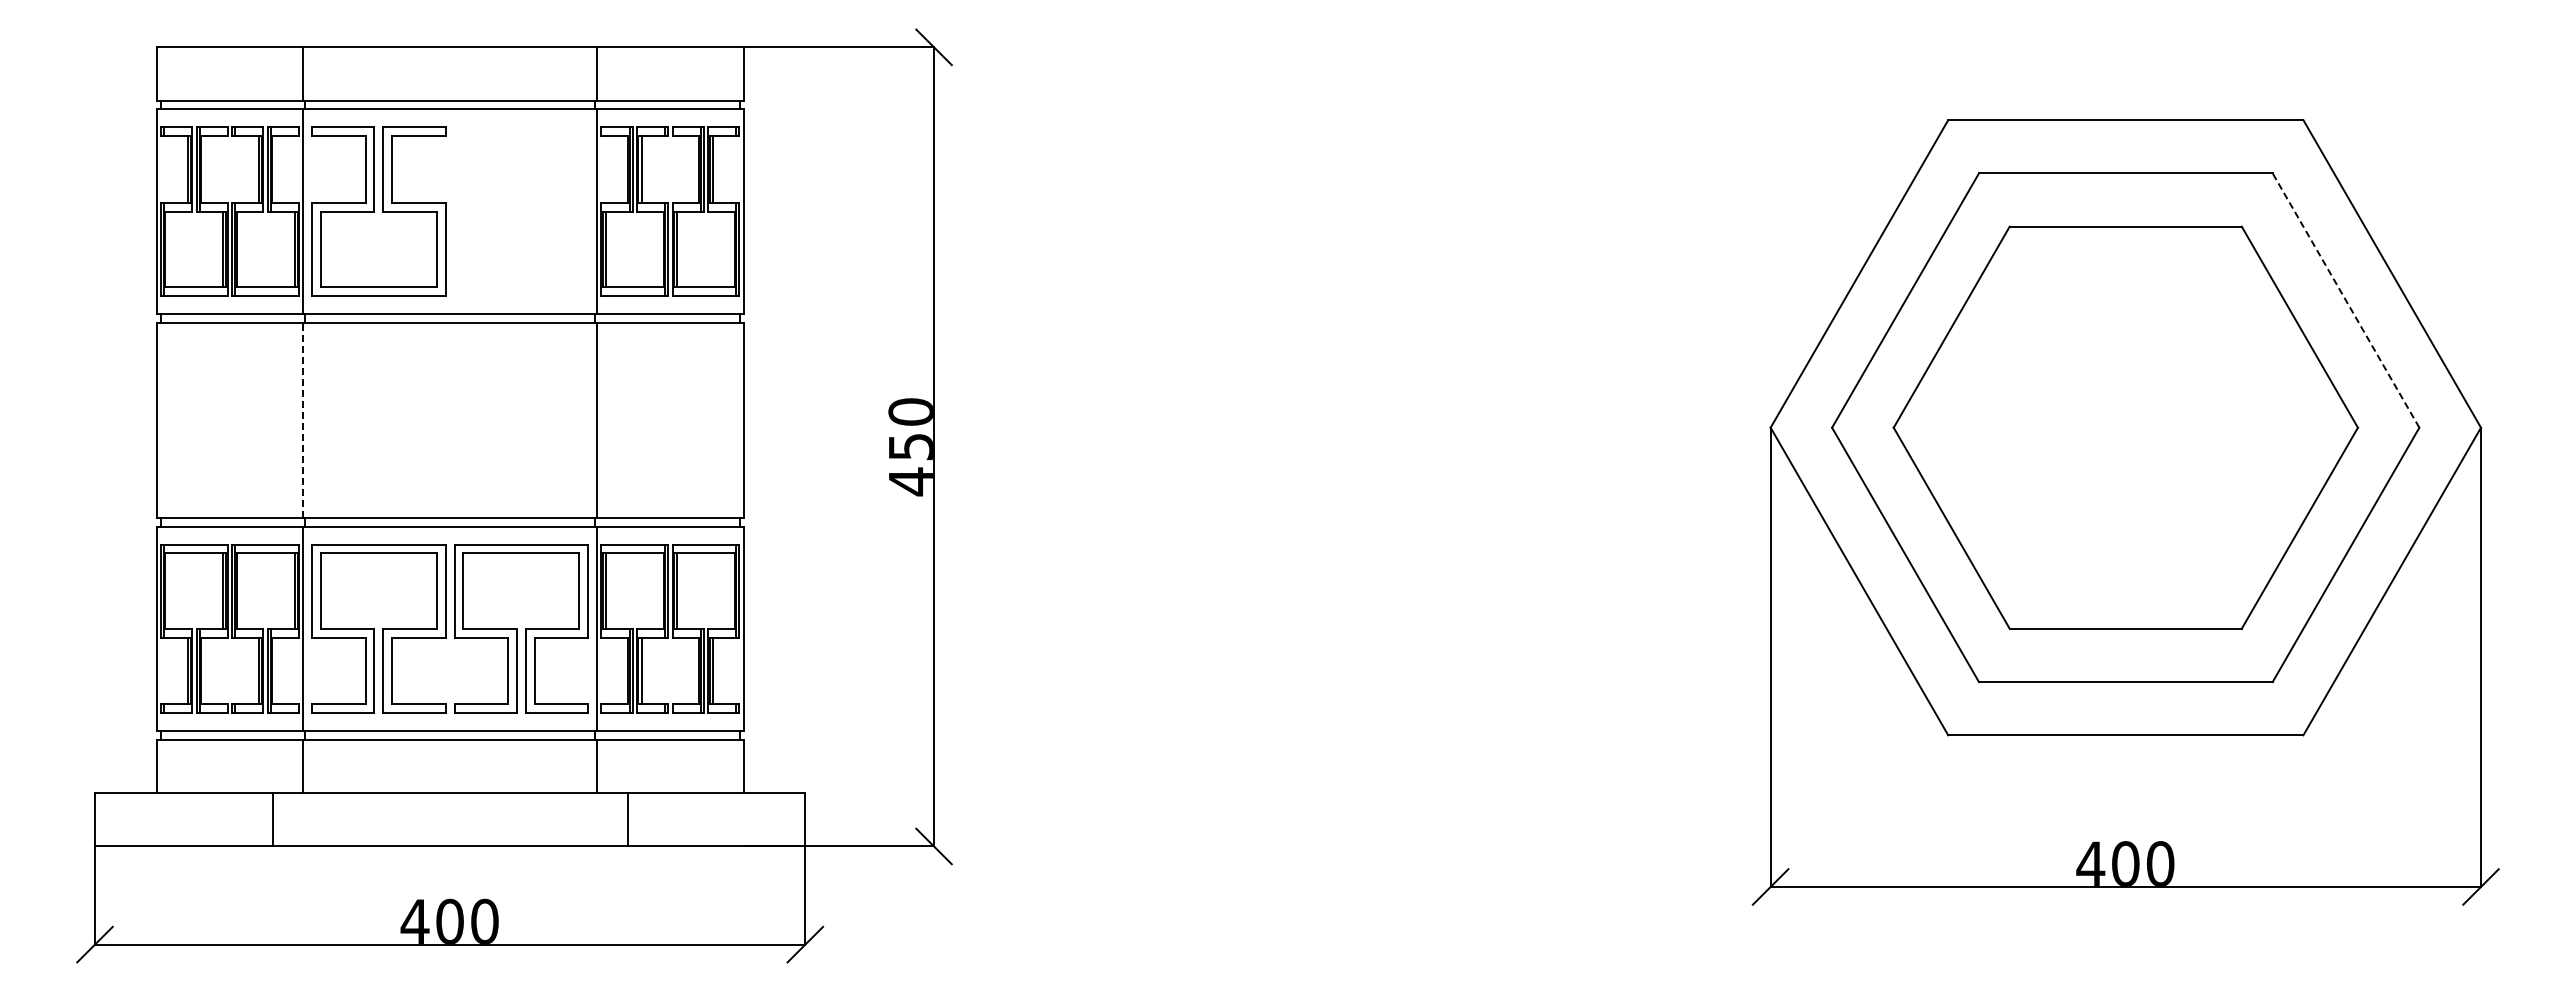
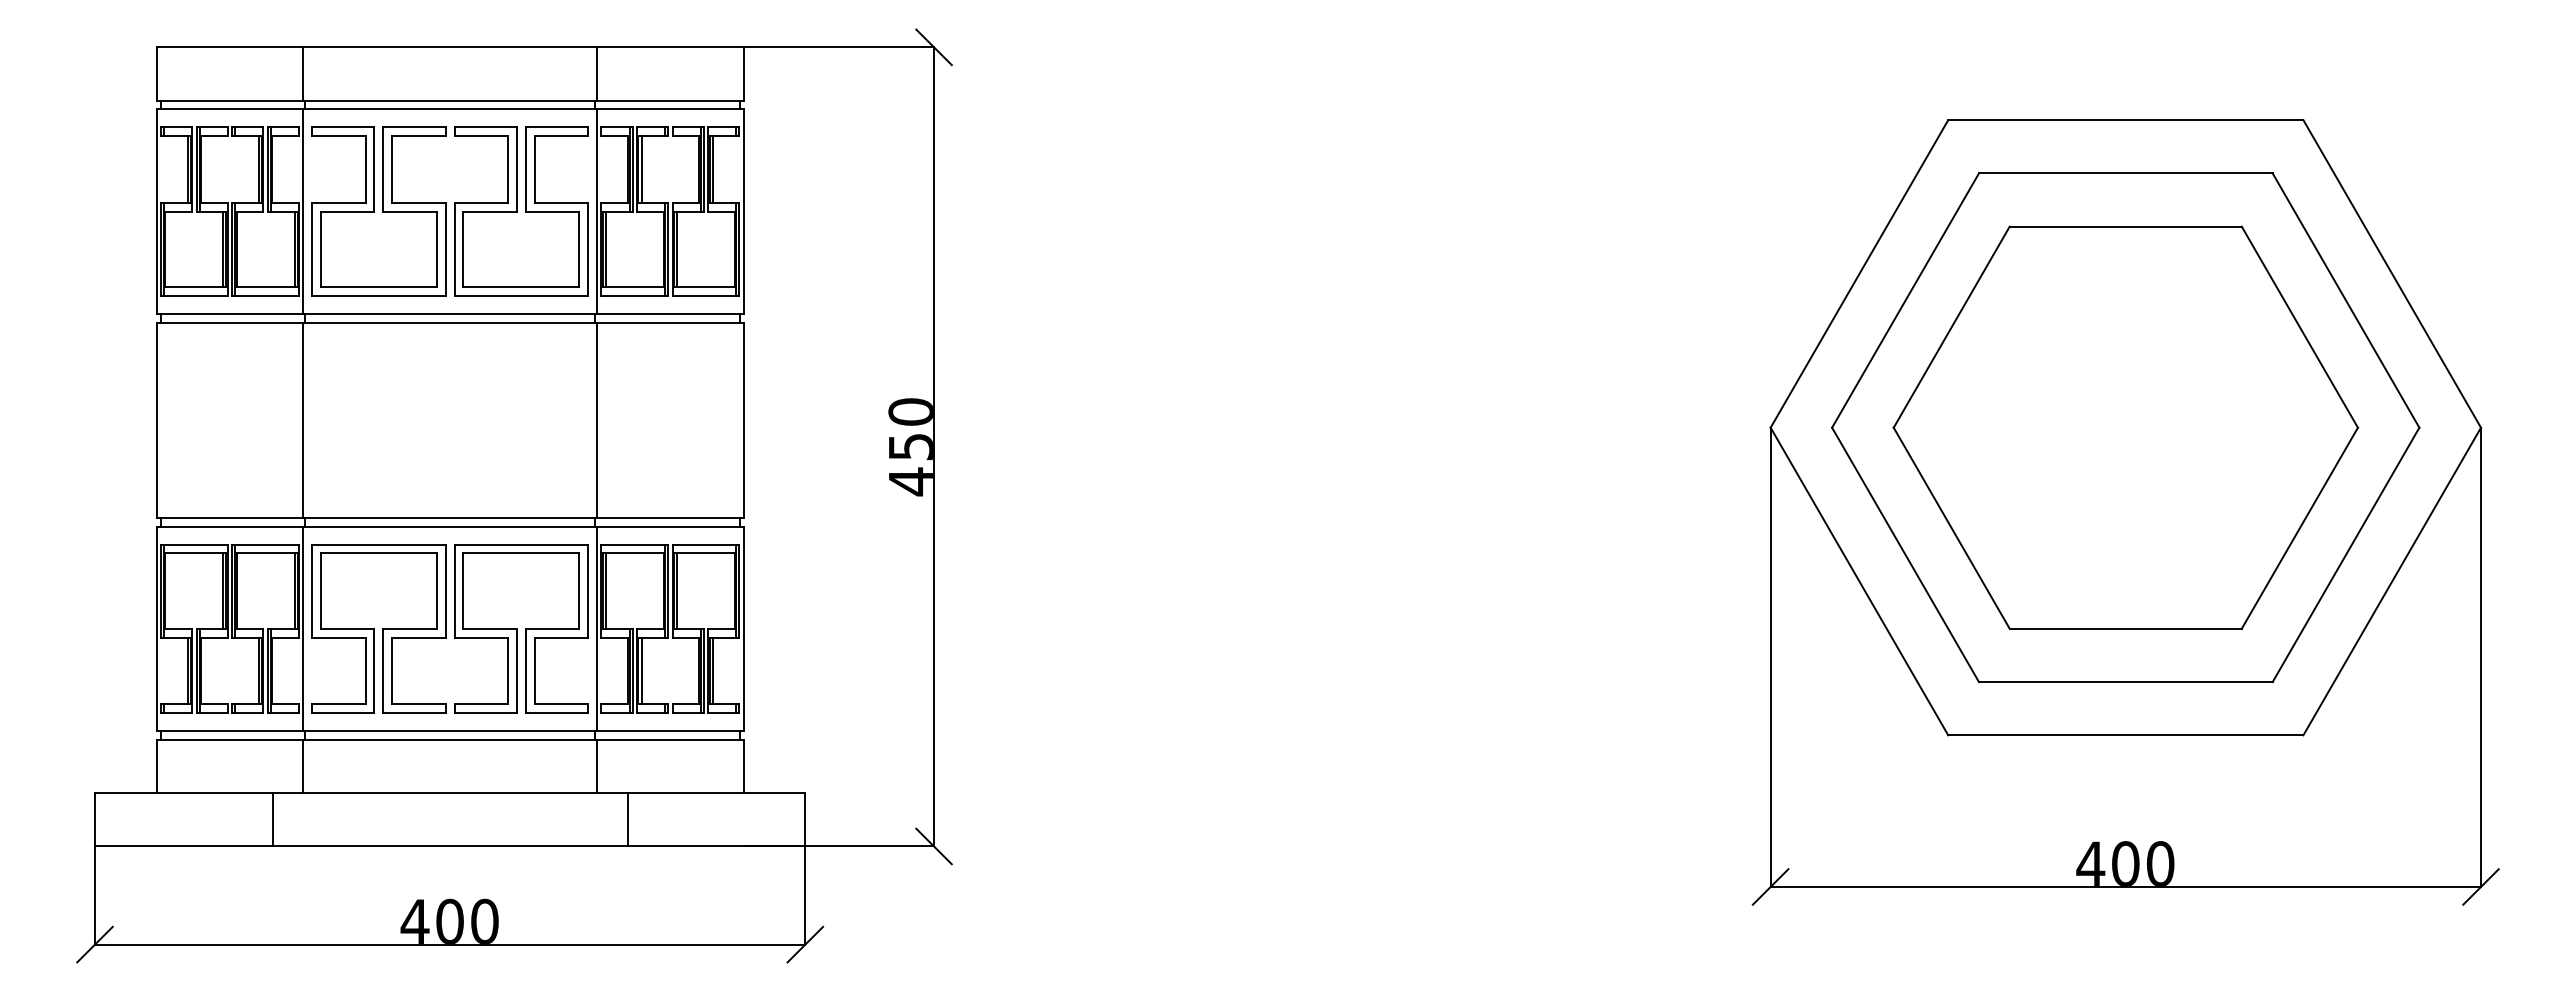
part at (521, 211): none -> present
line at (2346, 300): dashed -> solid
line at (303, 420): dashed -> solid
